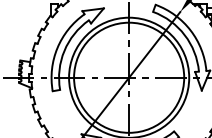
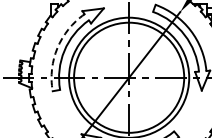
arc at (57, 48): solid -> dashed
